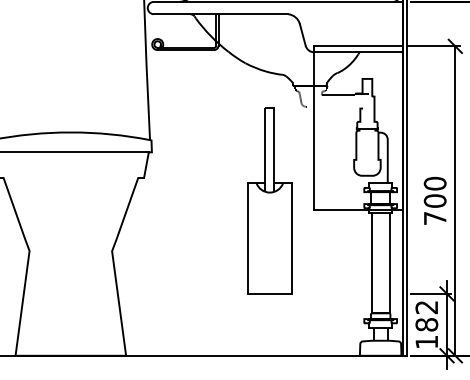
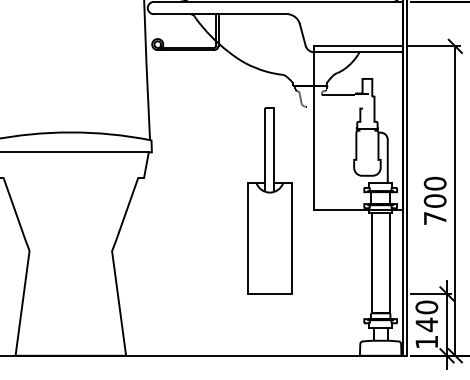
text at (426, 316): 182 -> 140
